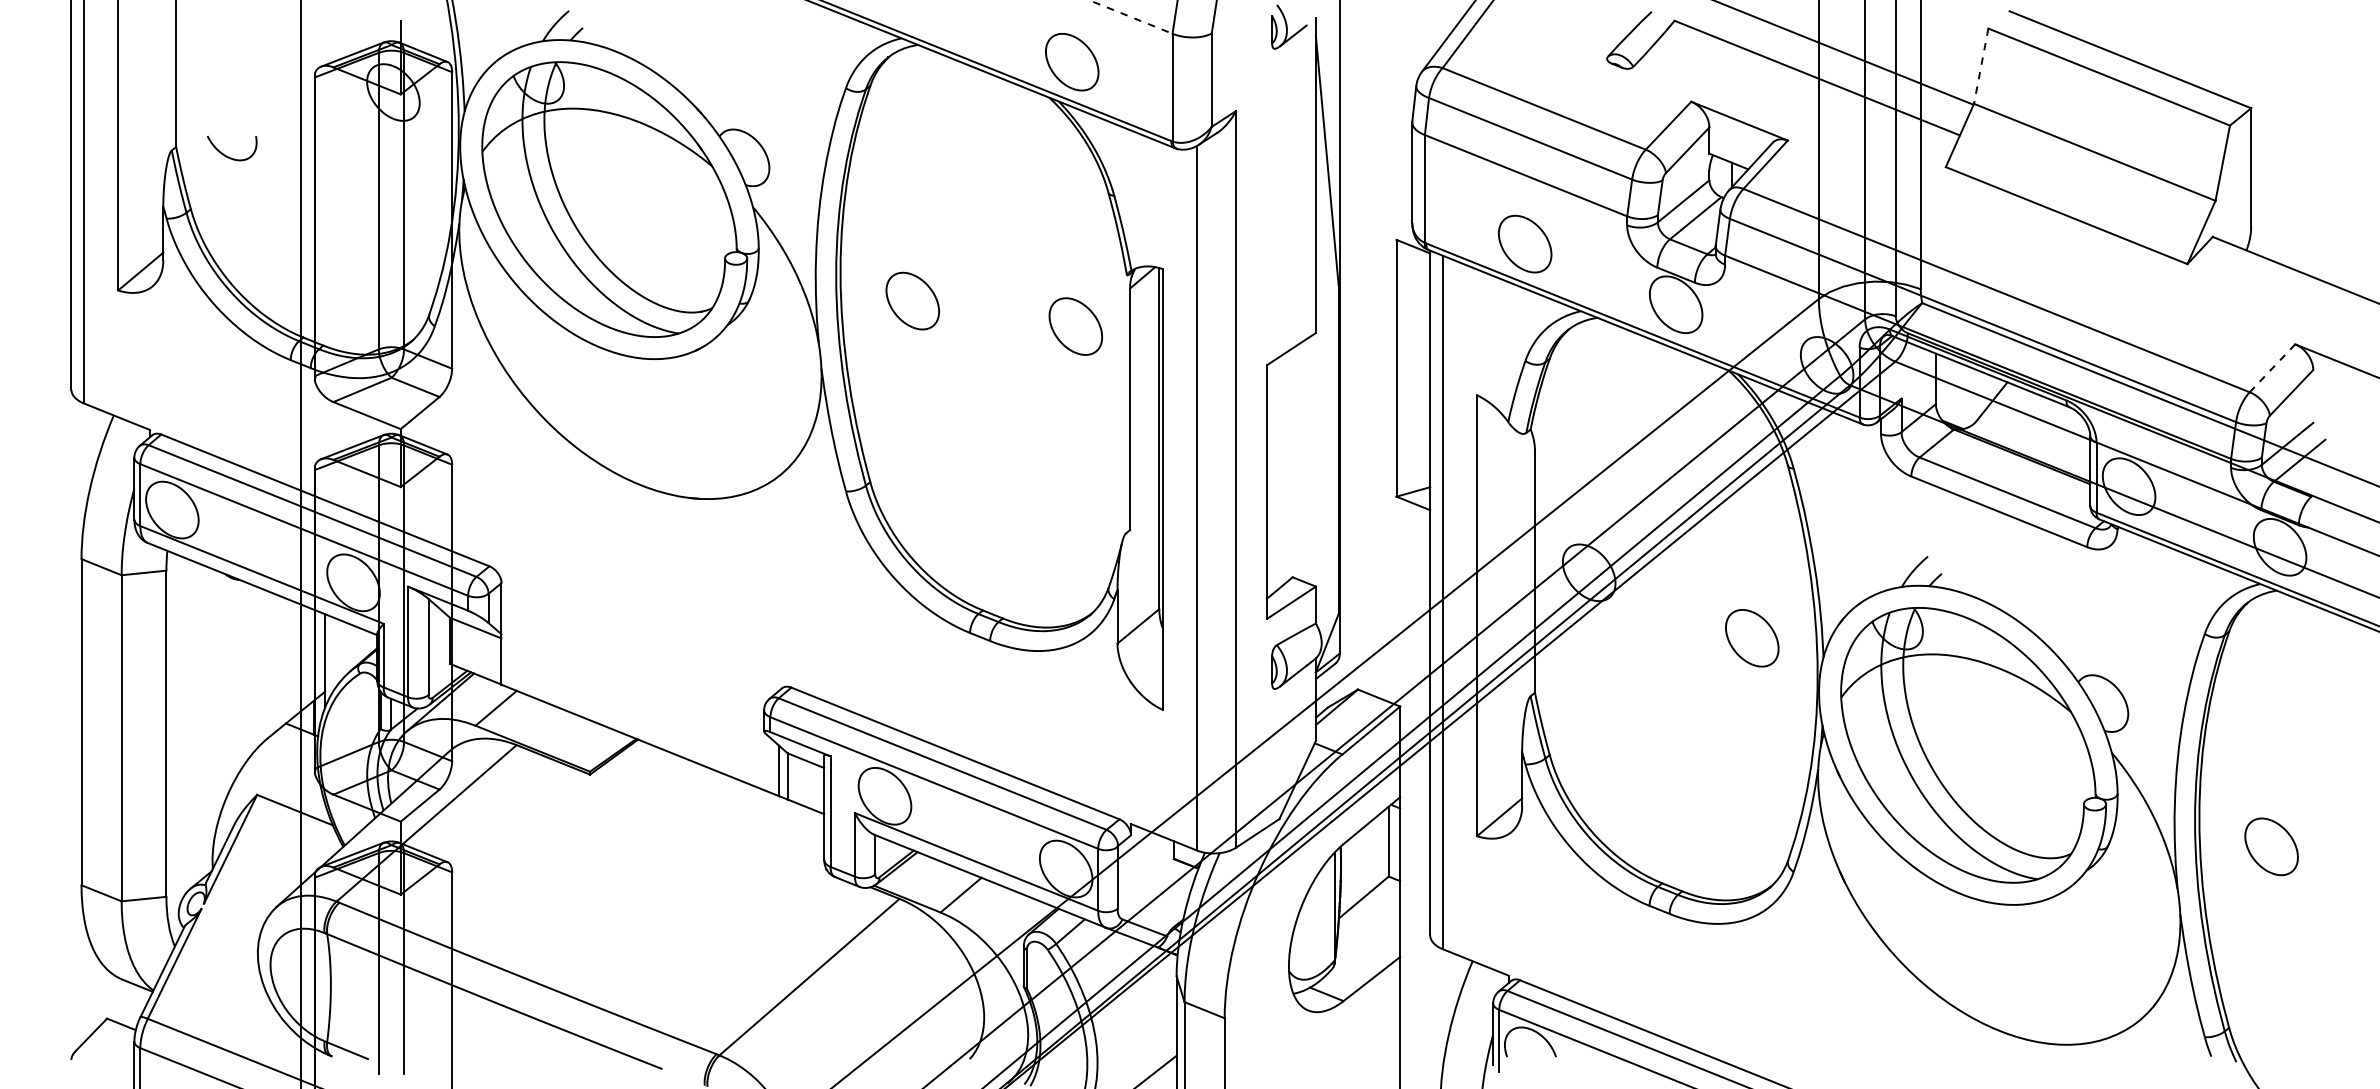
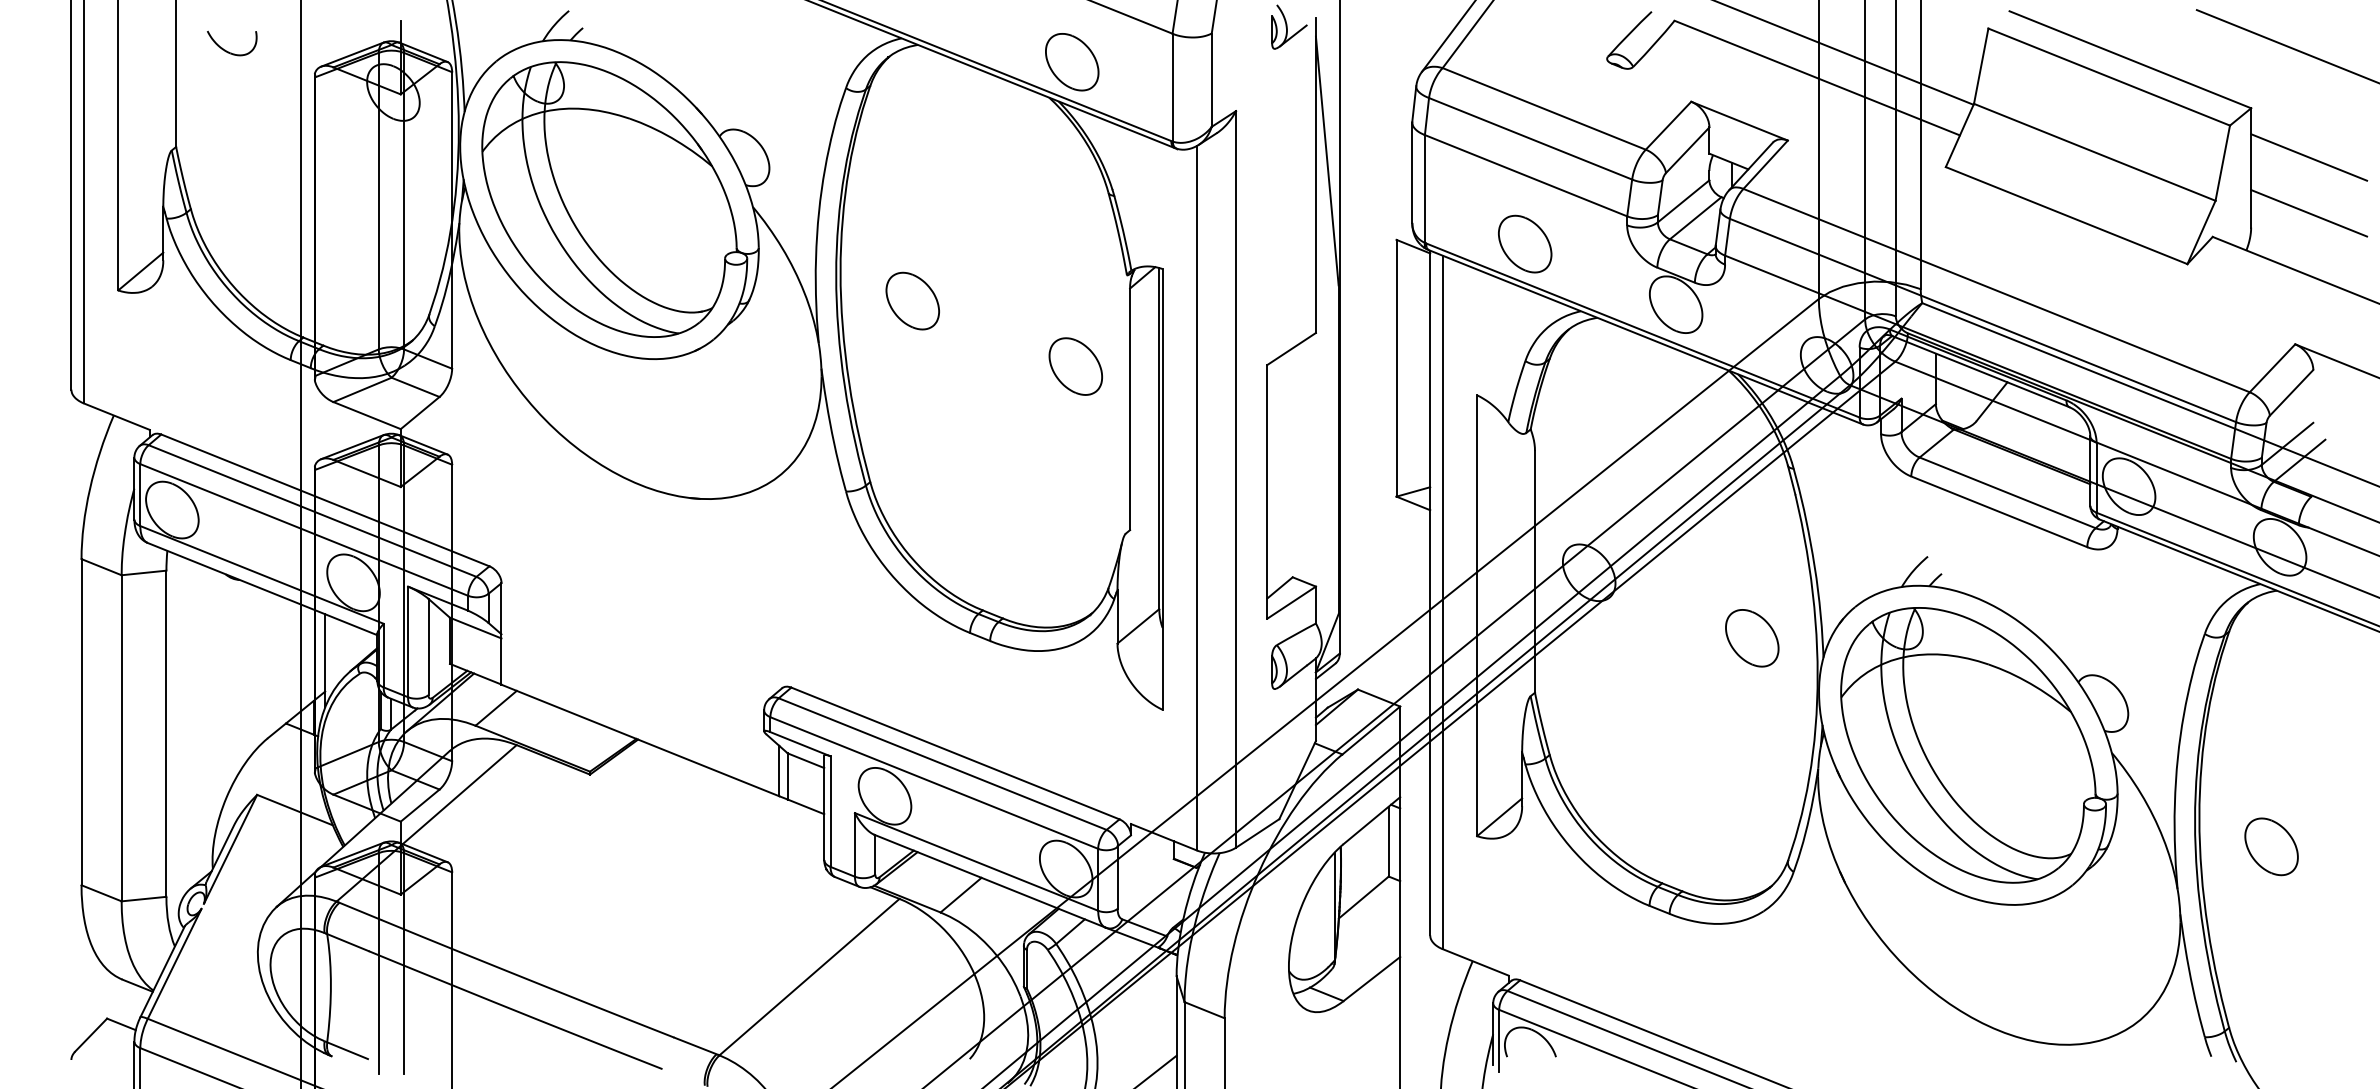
line at (1130, 17): dashed -> solid
line at (2286, 46): none -> present
line at (1981, 66): dashed -> solid
part at (228, 156) position: (228, 156) -> (228, 51)
line at (2309, 157): none -> present
line at (2309, 213): none -> present
part at (1075, 326) position: (1075, 326) -> (1075, 366)
line at (2272, 368): dashed -> solid
